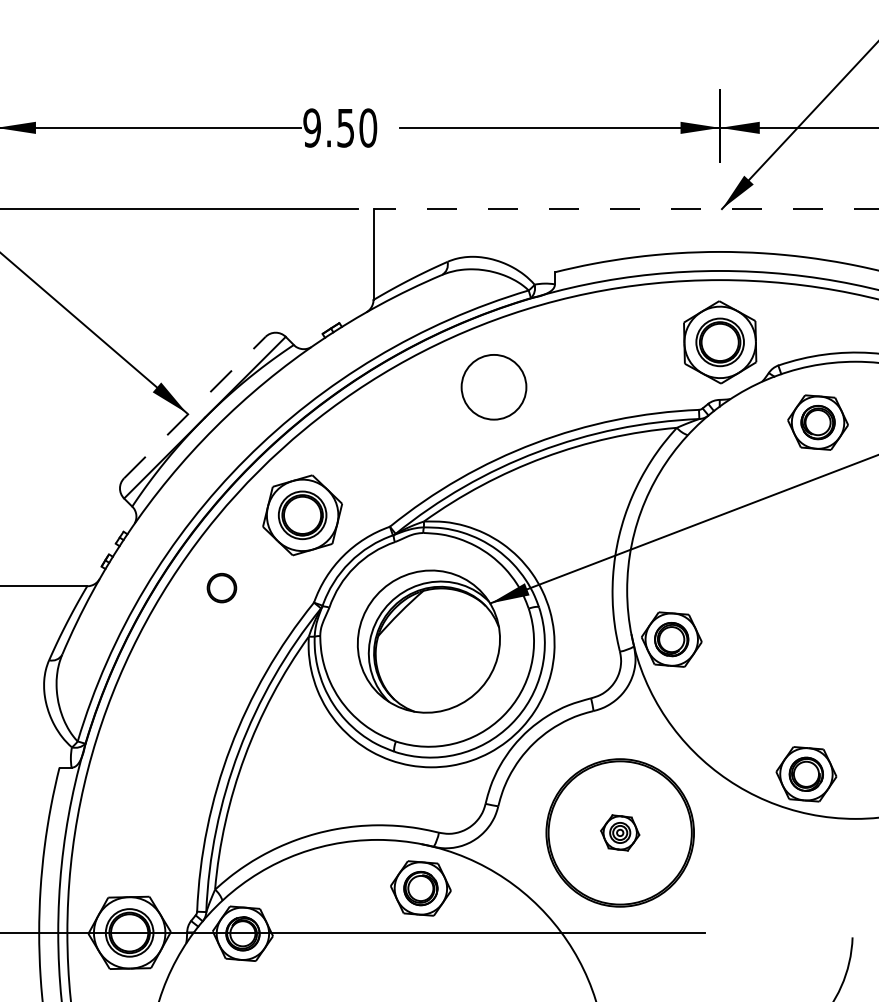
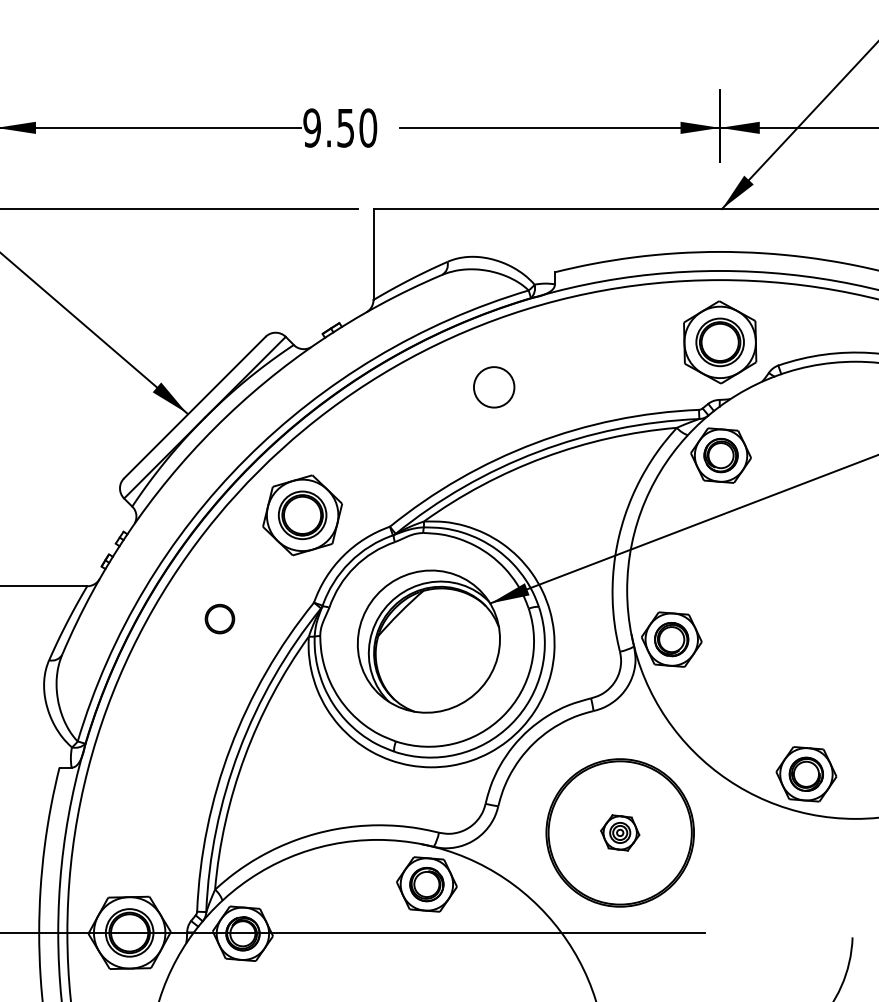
line at (625, 209): dashed -> solid
circle at (493, 387) size: 68x67 px -> 43x43 px
line at (195, 407): dashed -> solid
part at (817, 422) position: (817, 422) -> (720, 455)
part at (221, 588) position: (221, 588) -> (219, 619)
part at (420, 888) position: (420, 888) -> (426, 884)
